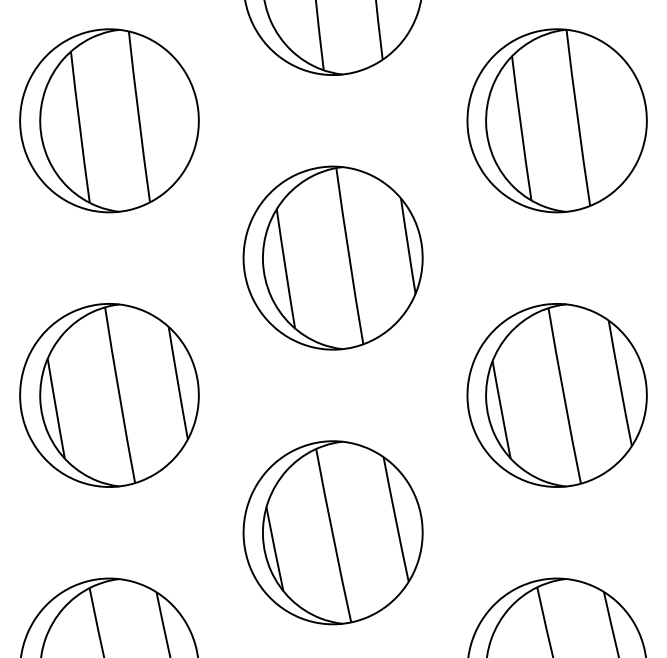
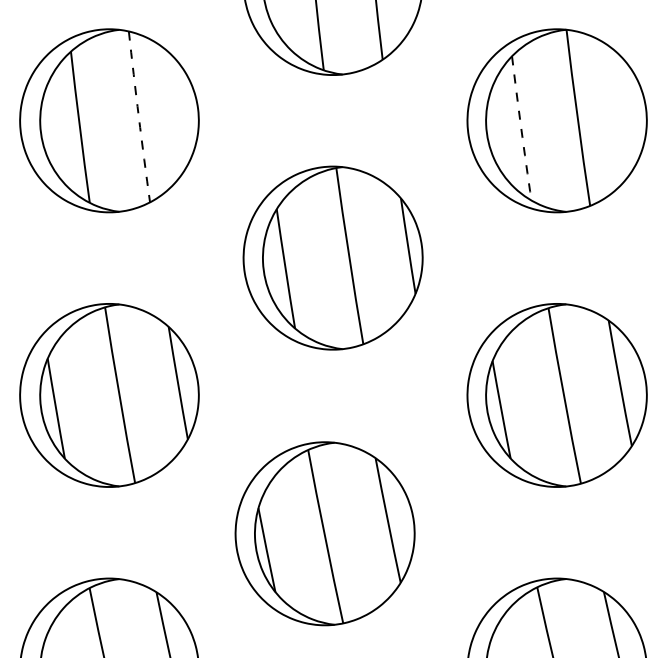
arc at (138, 117): solid -> dashed
arc at (521, 128): solid -> dashed
part at (332, 532) position: (332, 532) -> (324, 533)
